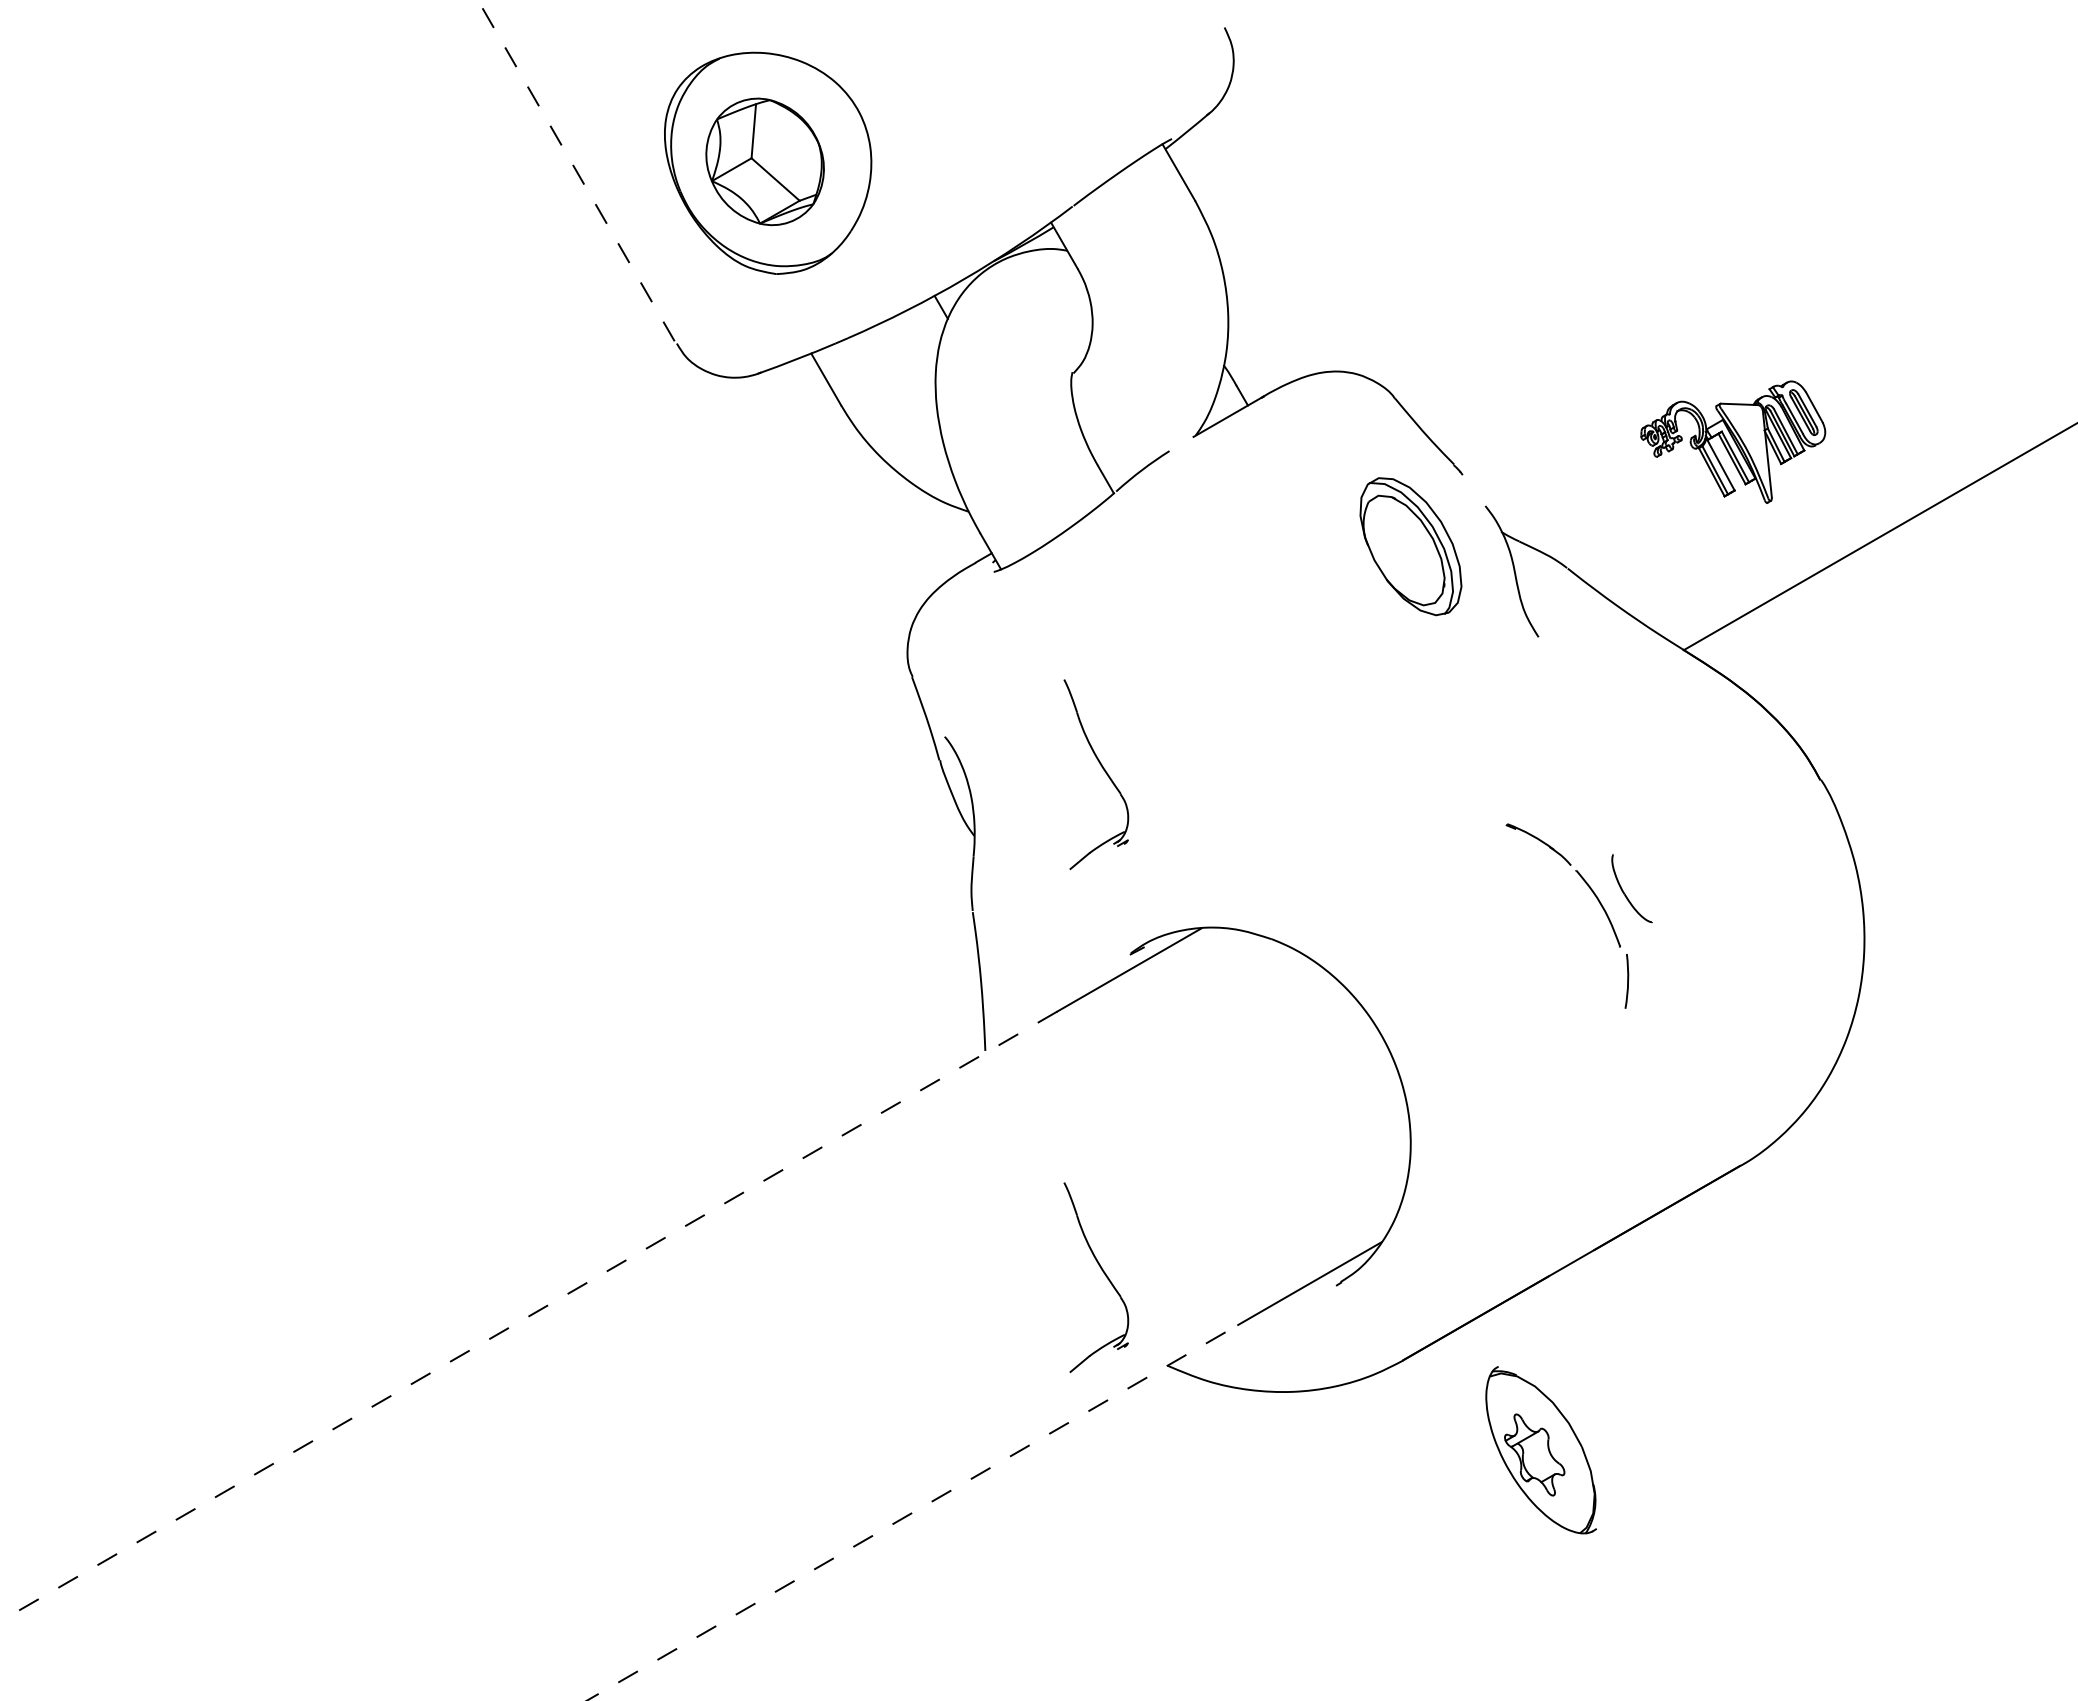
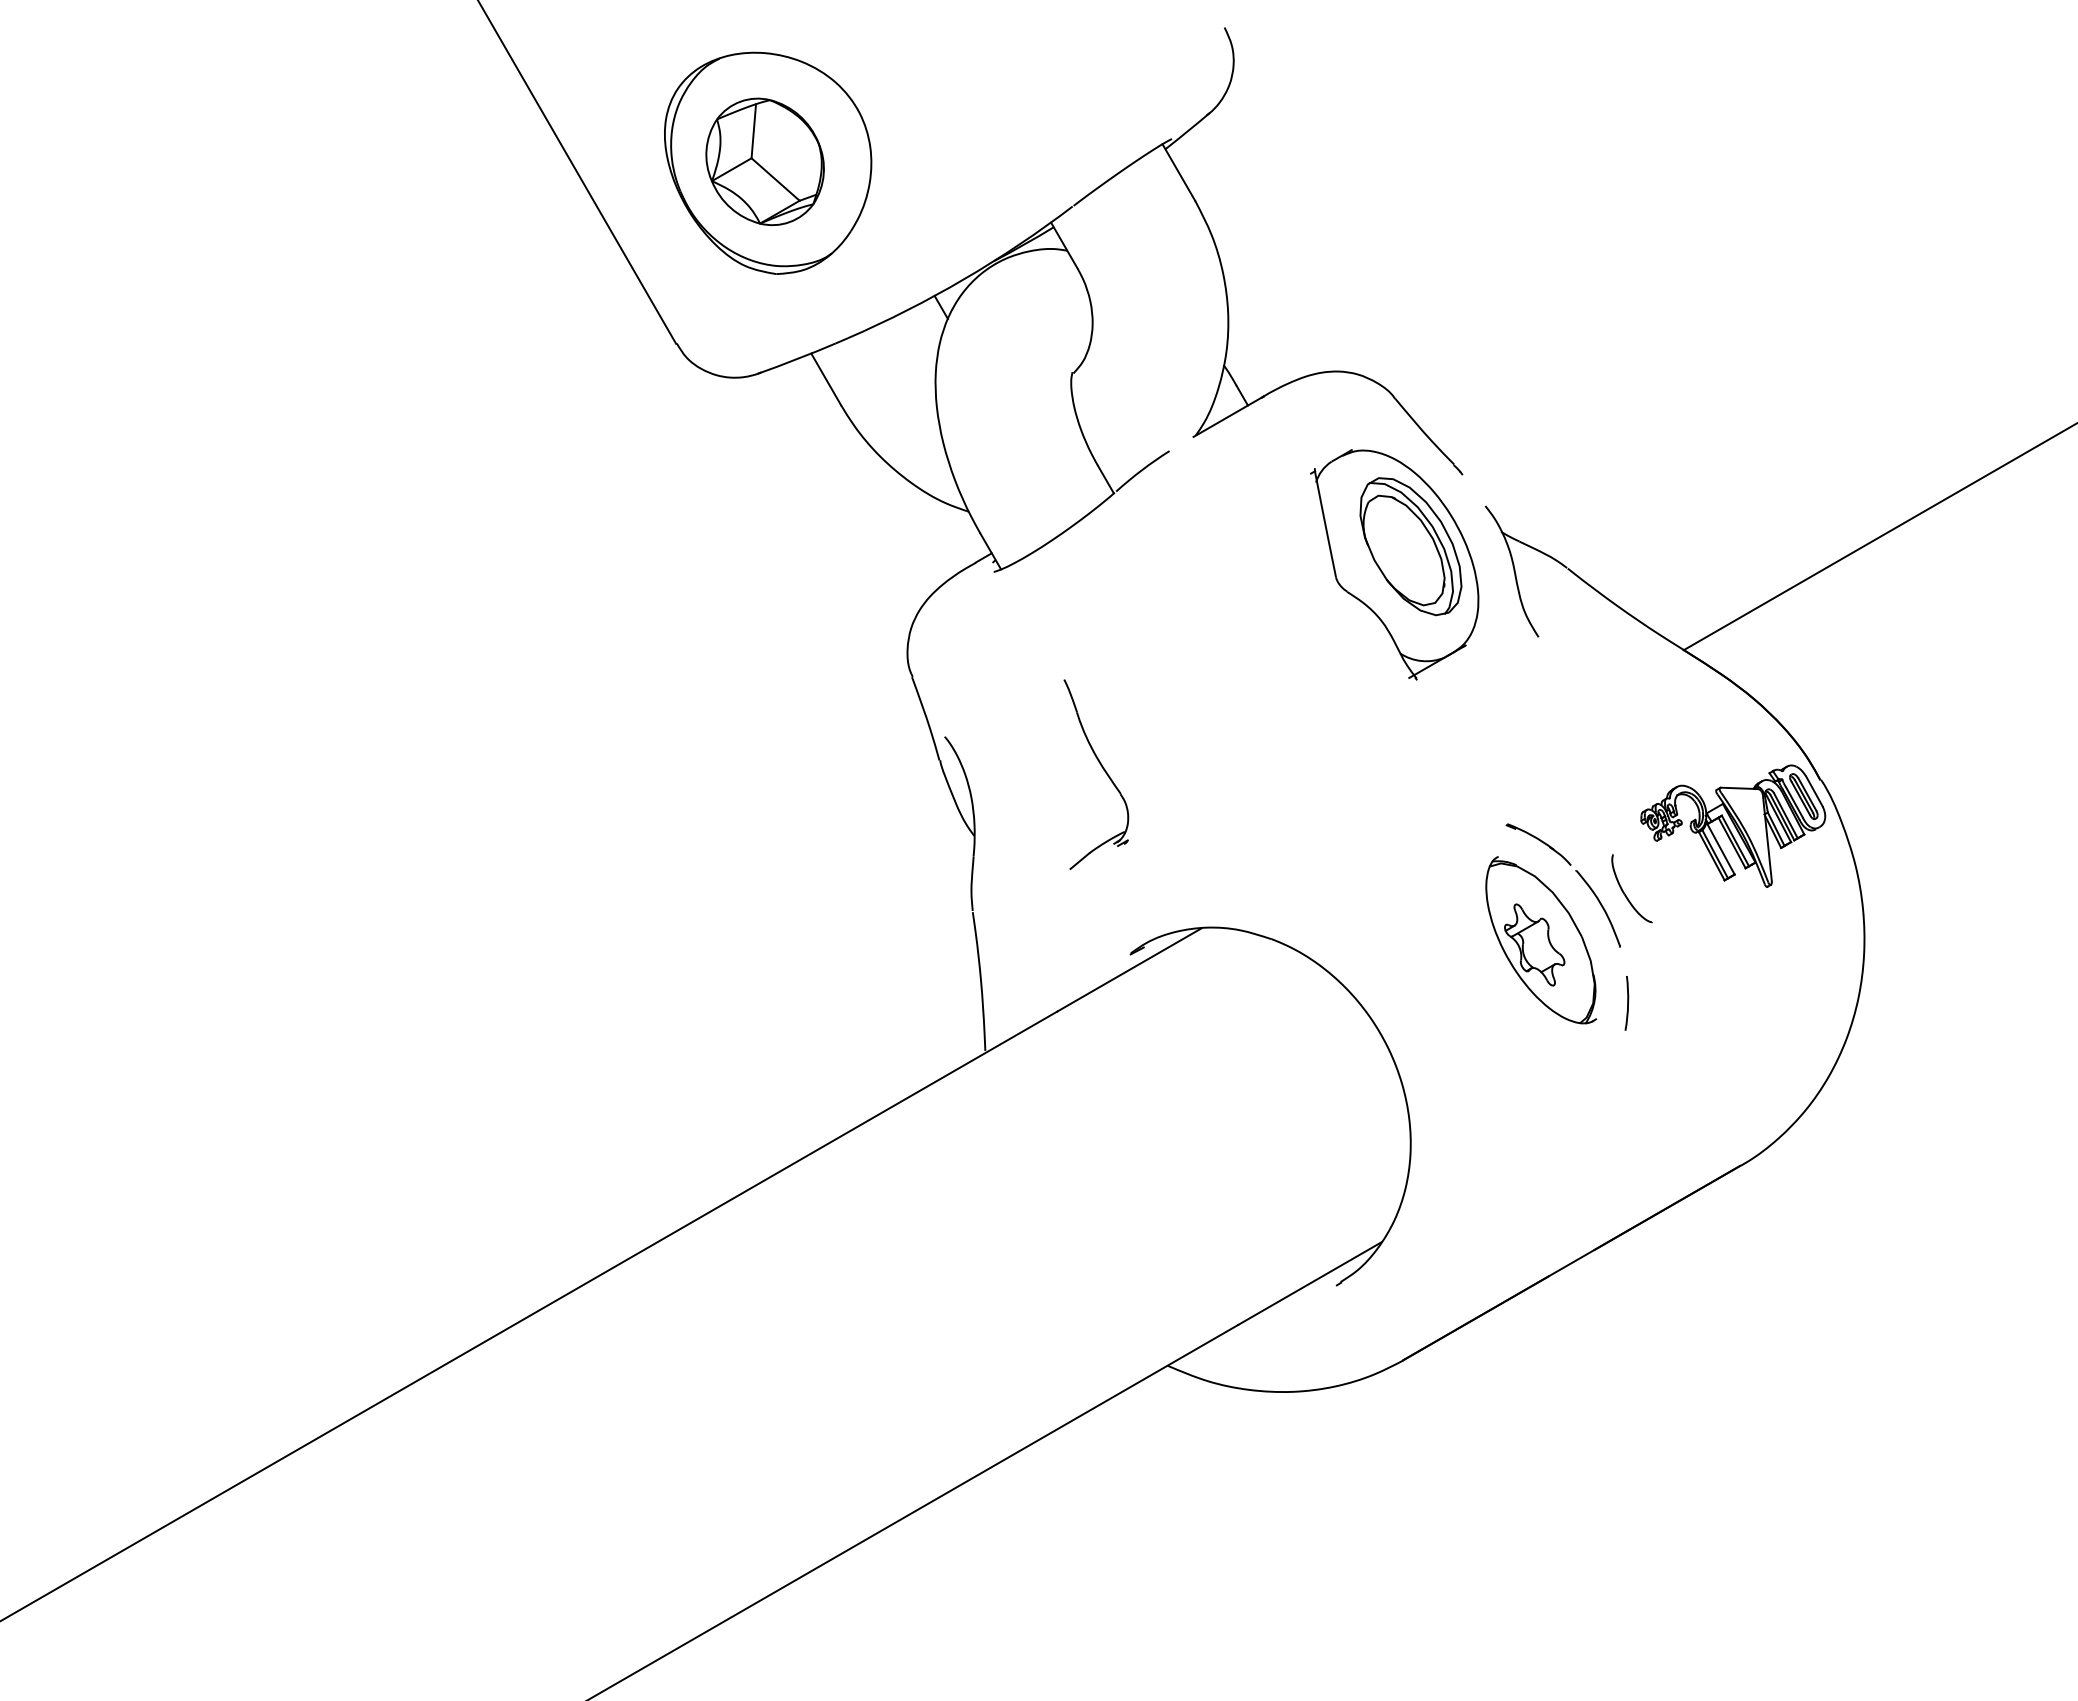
line at (577, 172): dashed -> solid
part at (1733, 441) position: (1733, 441) -> (1733, 825)
part at (1394, 564): none -> present
arc at (1627, 981) position: (1627, 981) -> (1627, 1003)
part at (1103, 1273): present -> none
line at (528, 1316): dashed -> solid
part at (1540, 1450) position: (1540, 1450) -> (1540, 940)
line at (912, 1512): dashed -> solid
